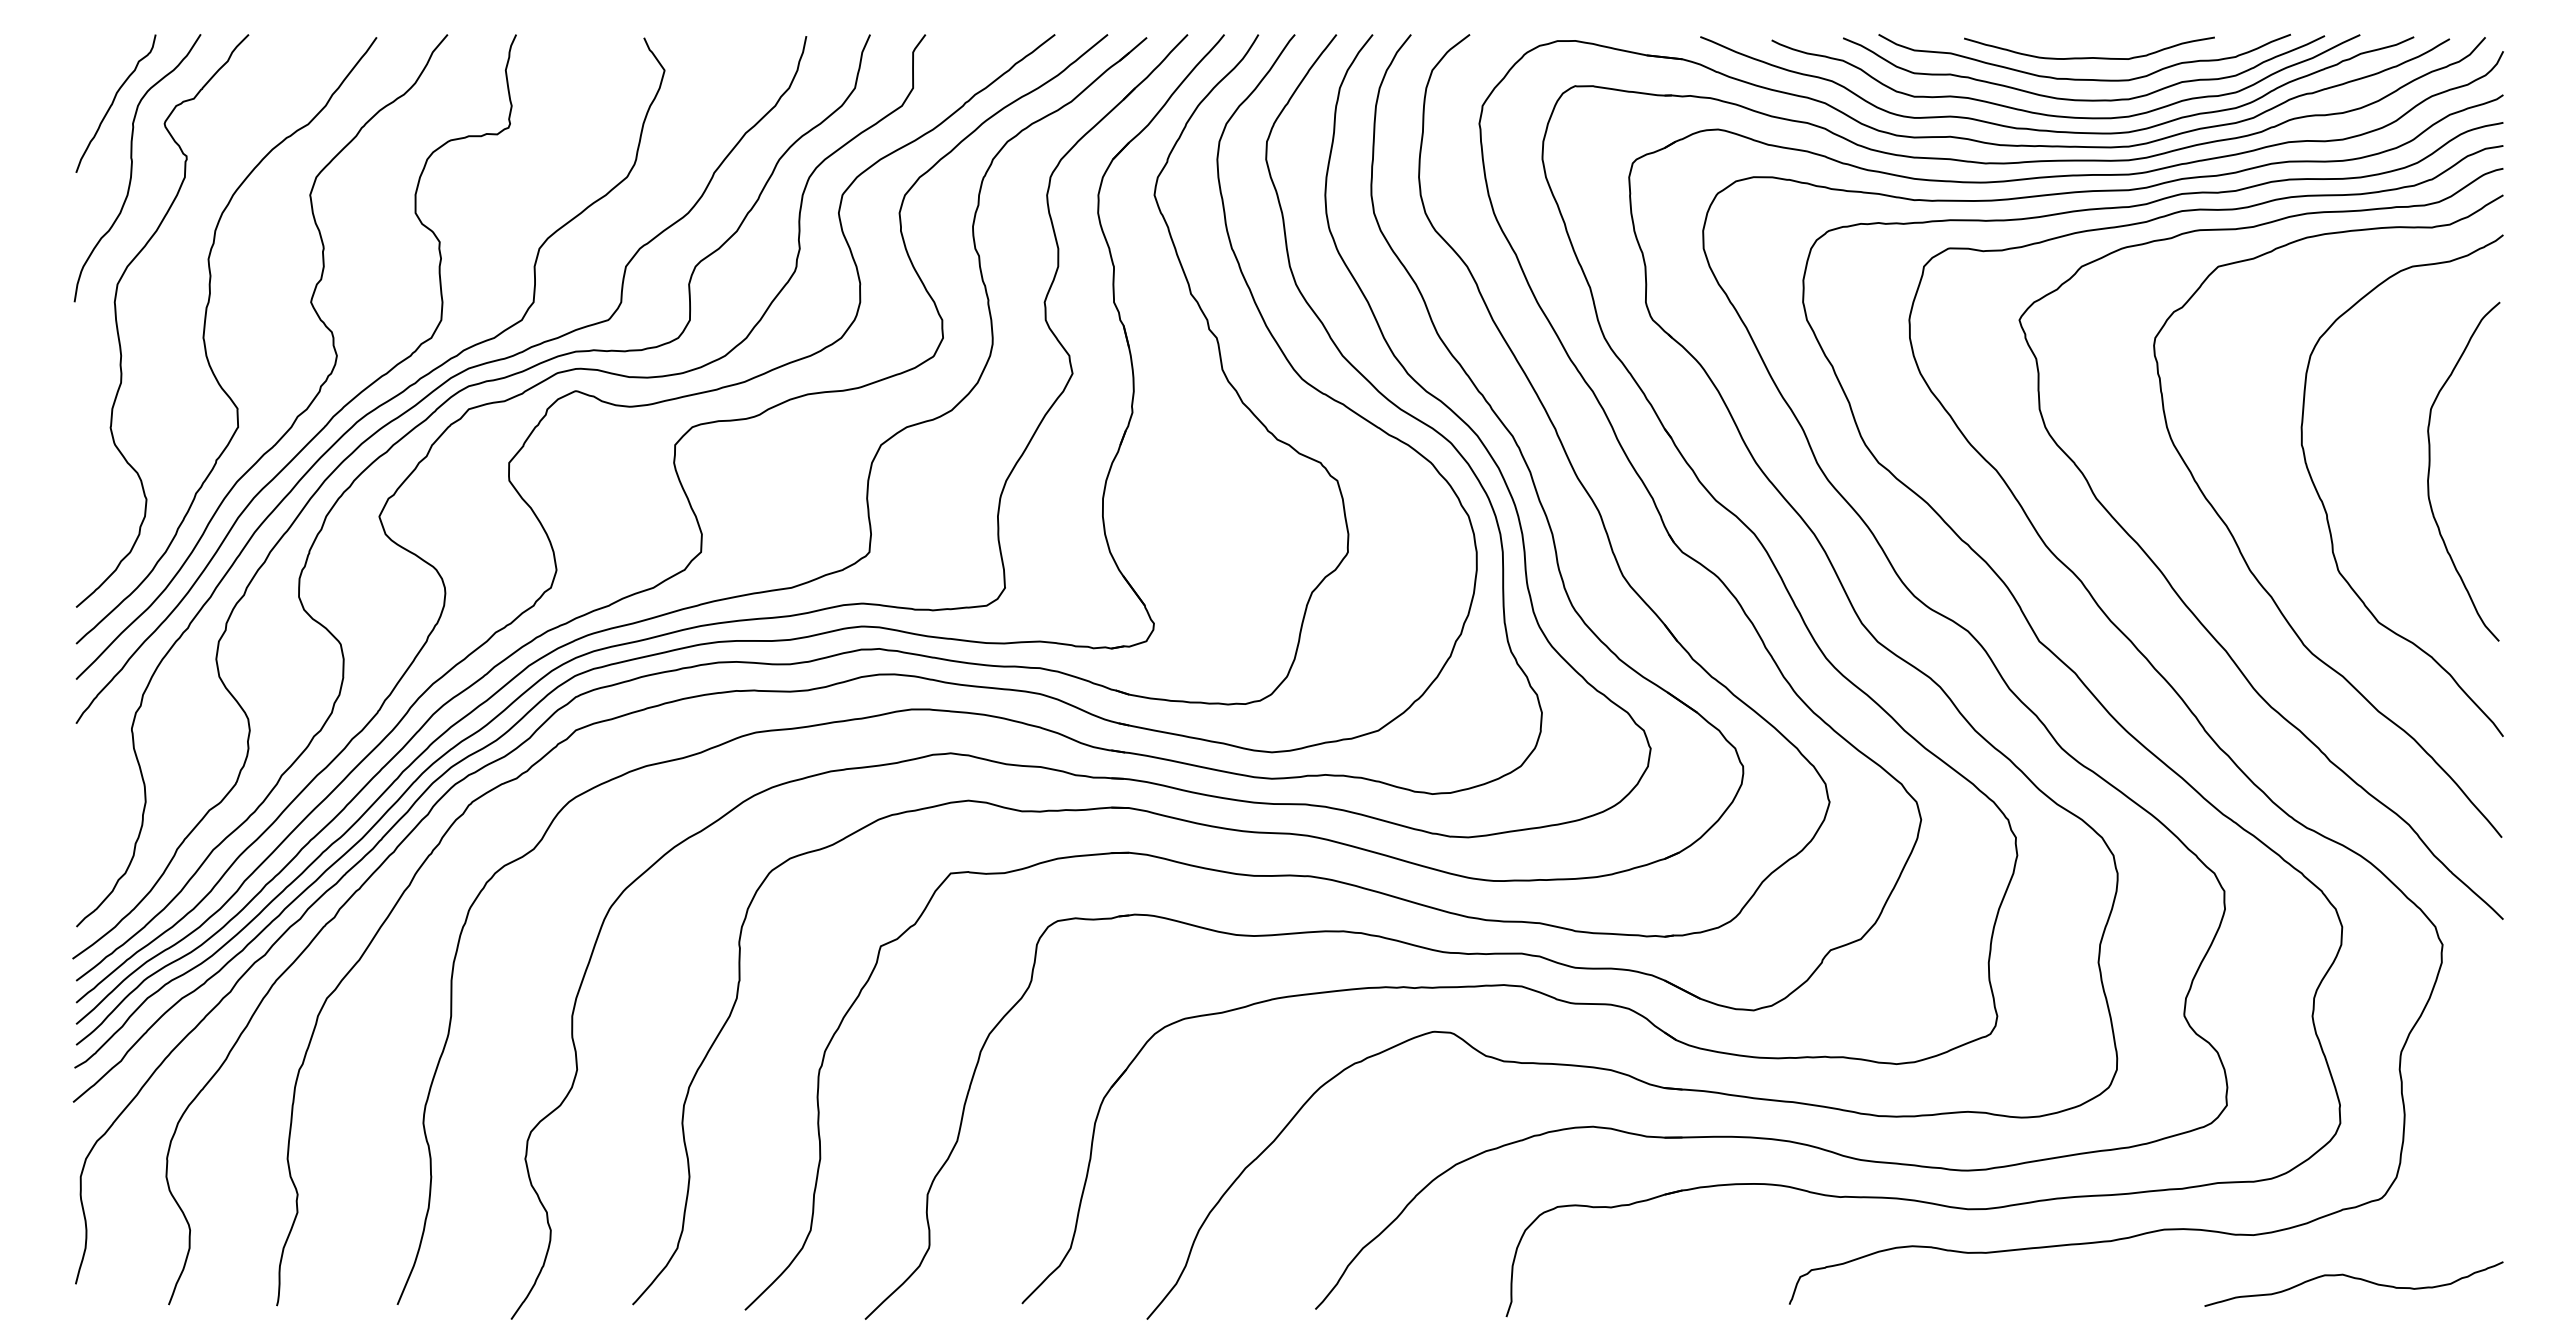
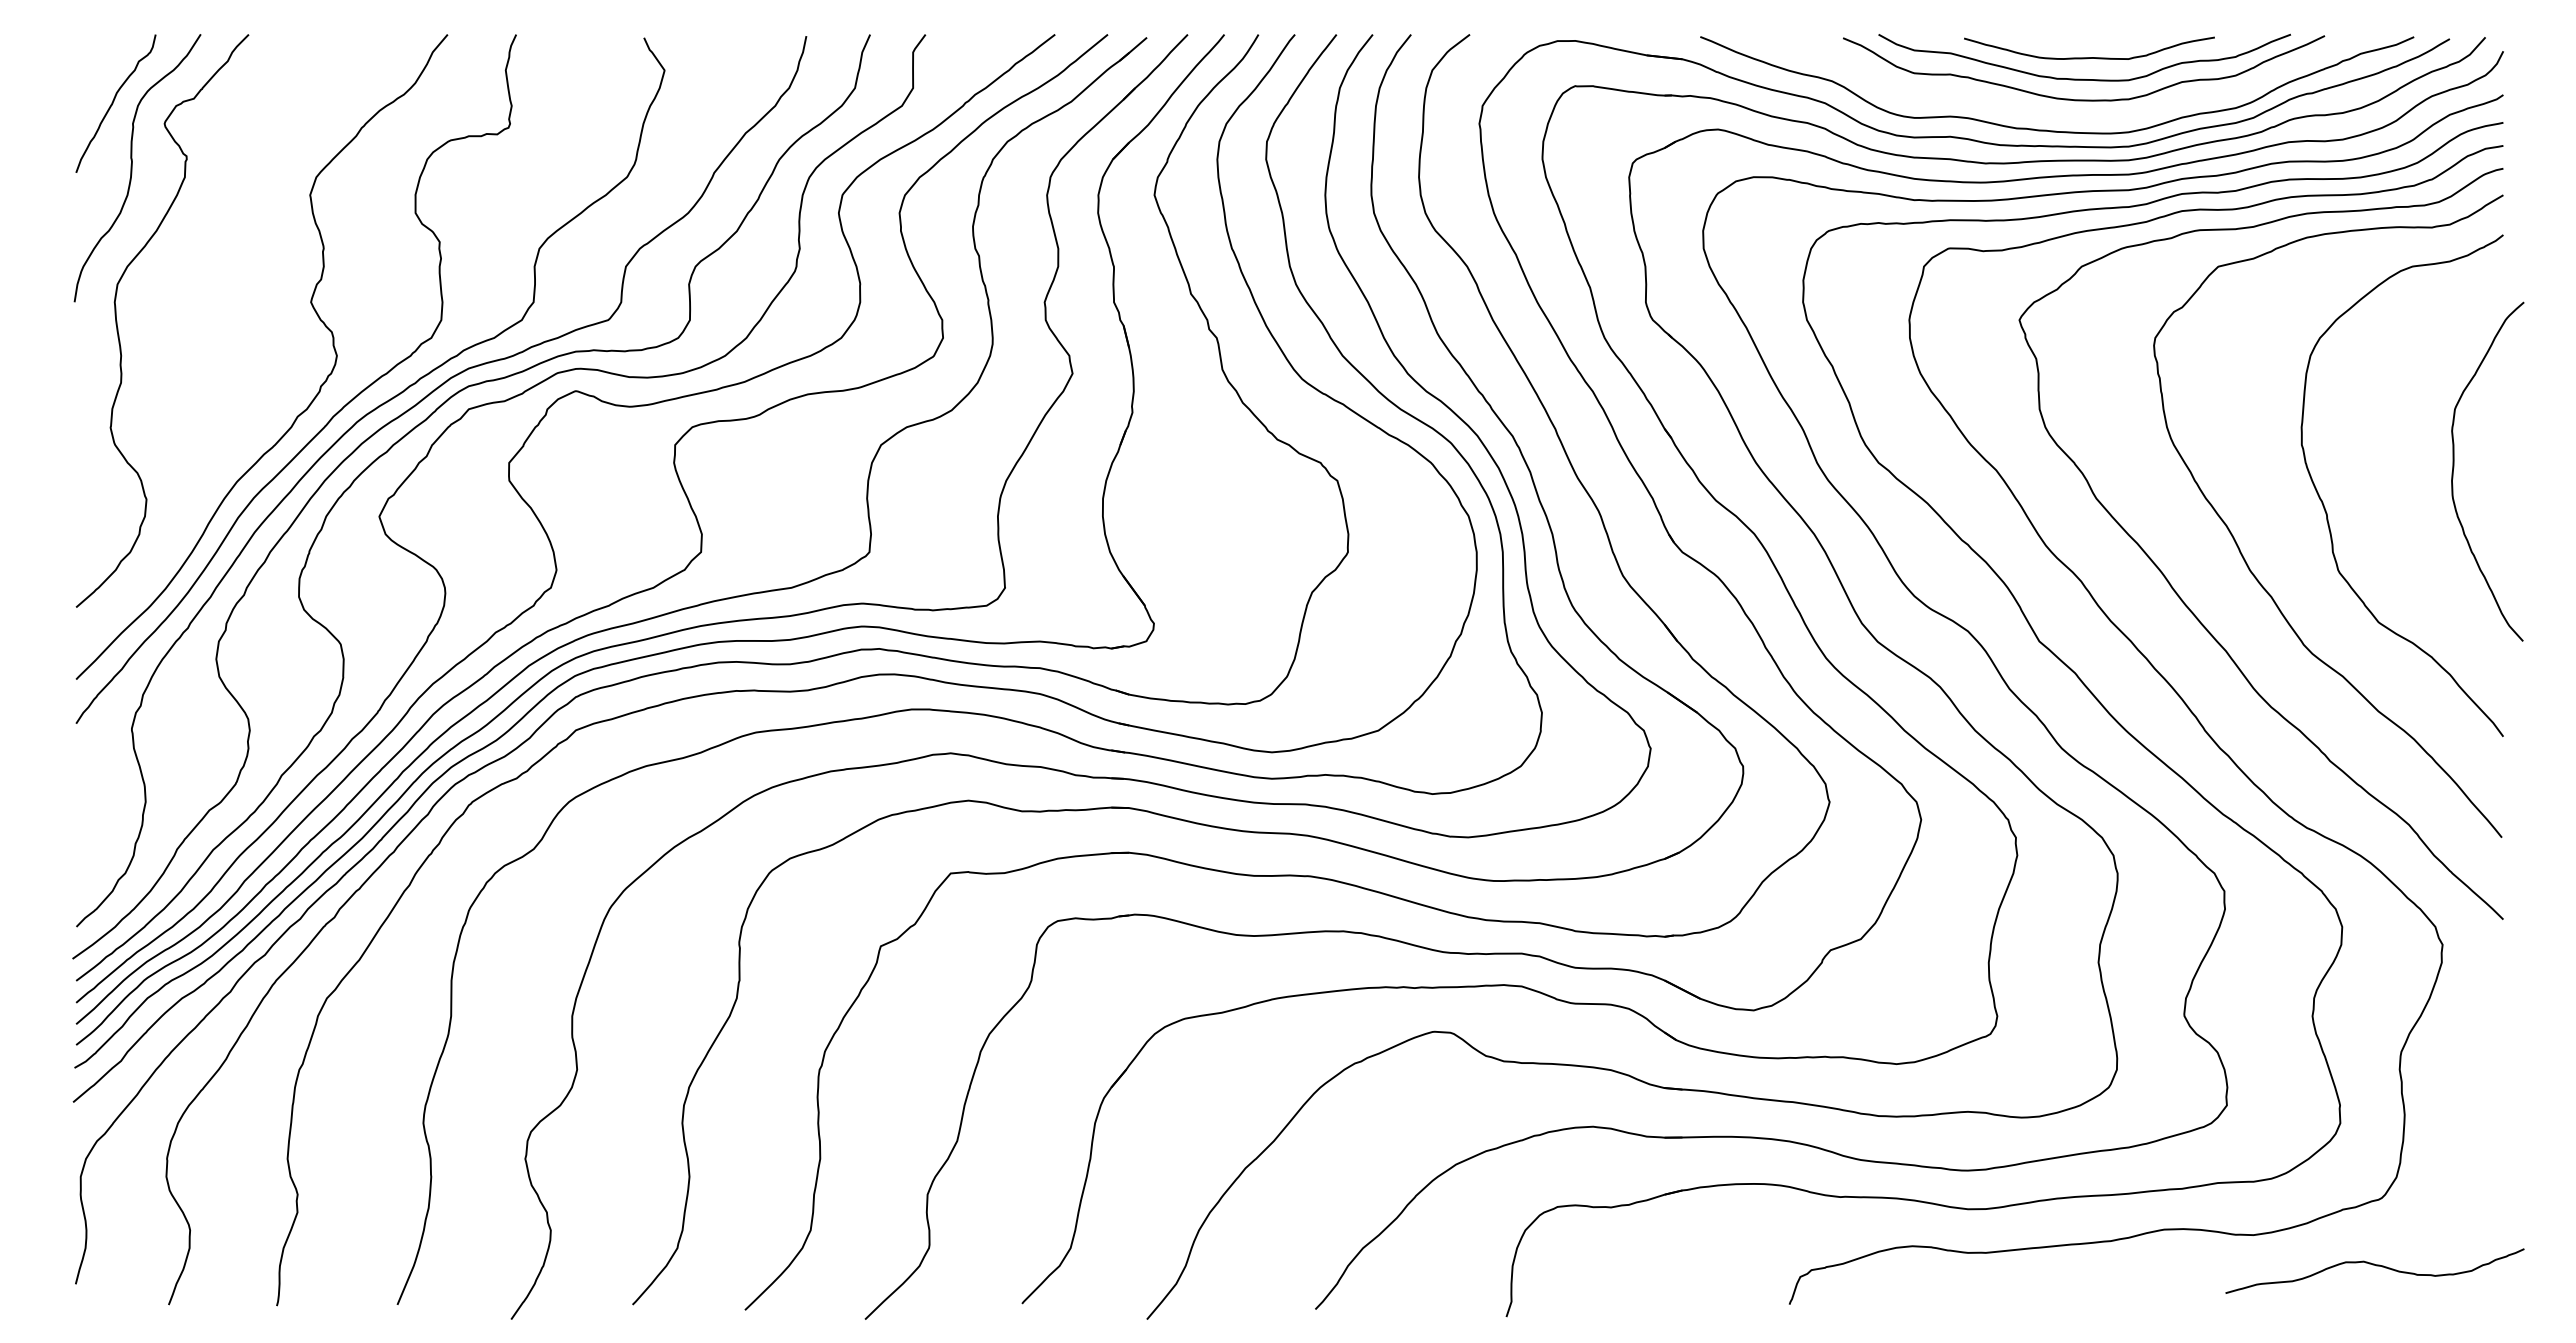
curve at (2062, 115): present -> none
curve at (205, 341): present -> none
curve at (2430, 468) position: (2430, 468) -> (2454, 468)
curve at (2355, 1279) position: (2355, 1279) -> (2376, 1266)
